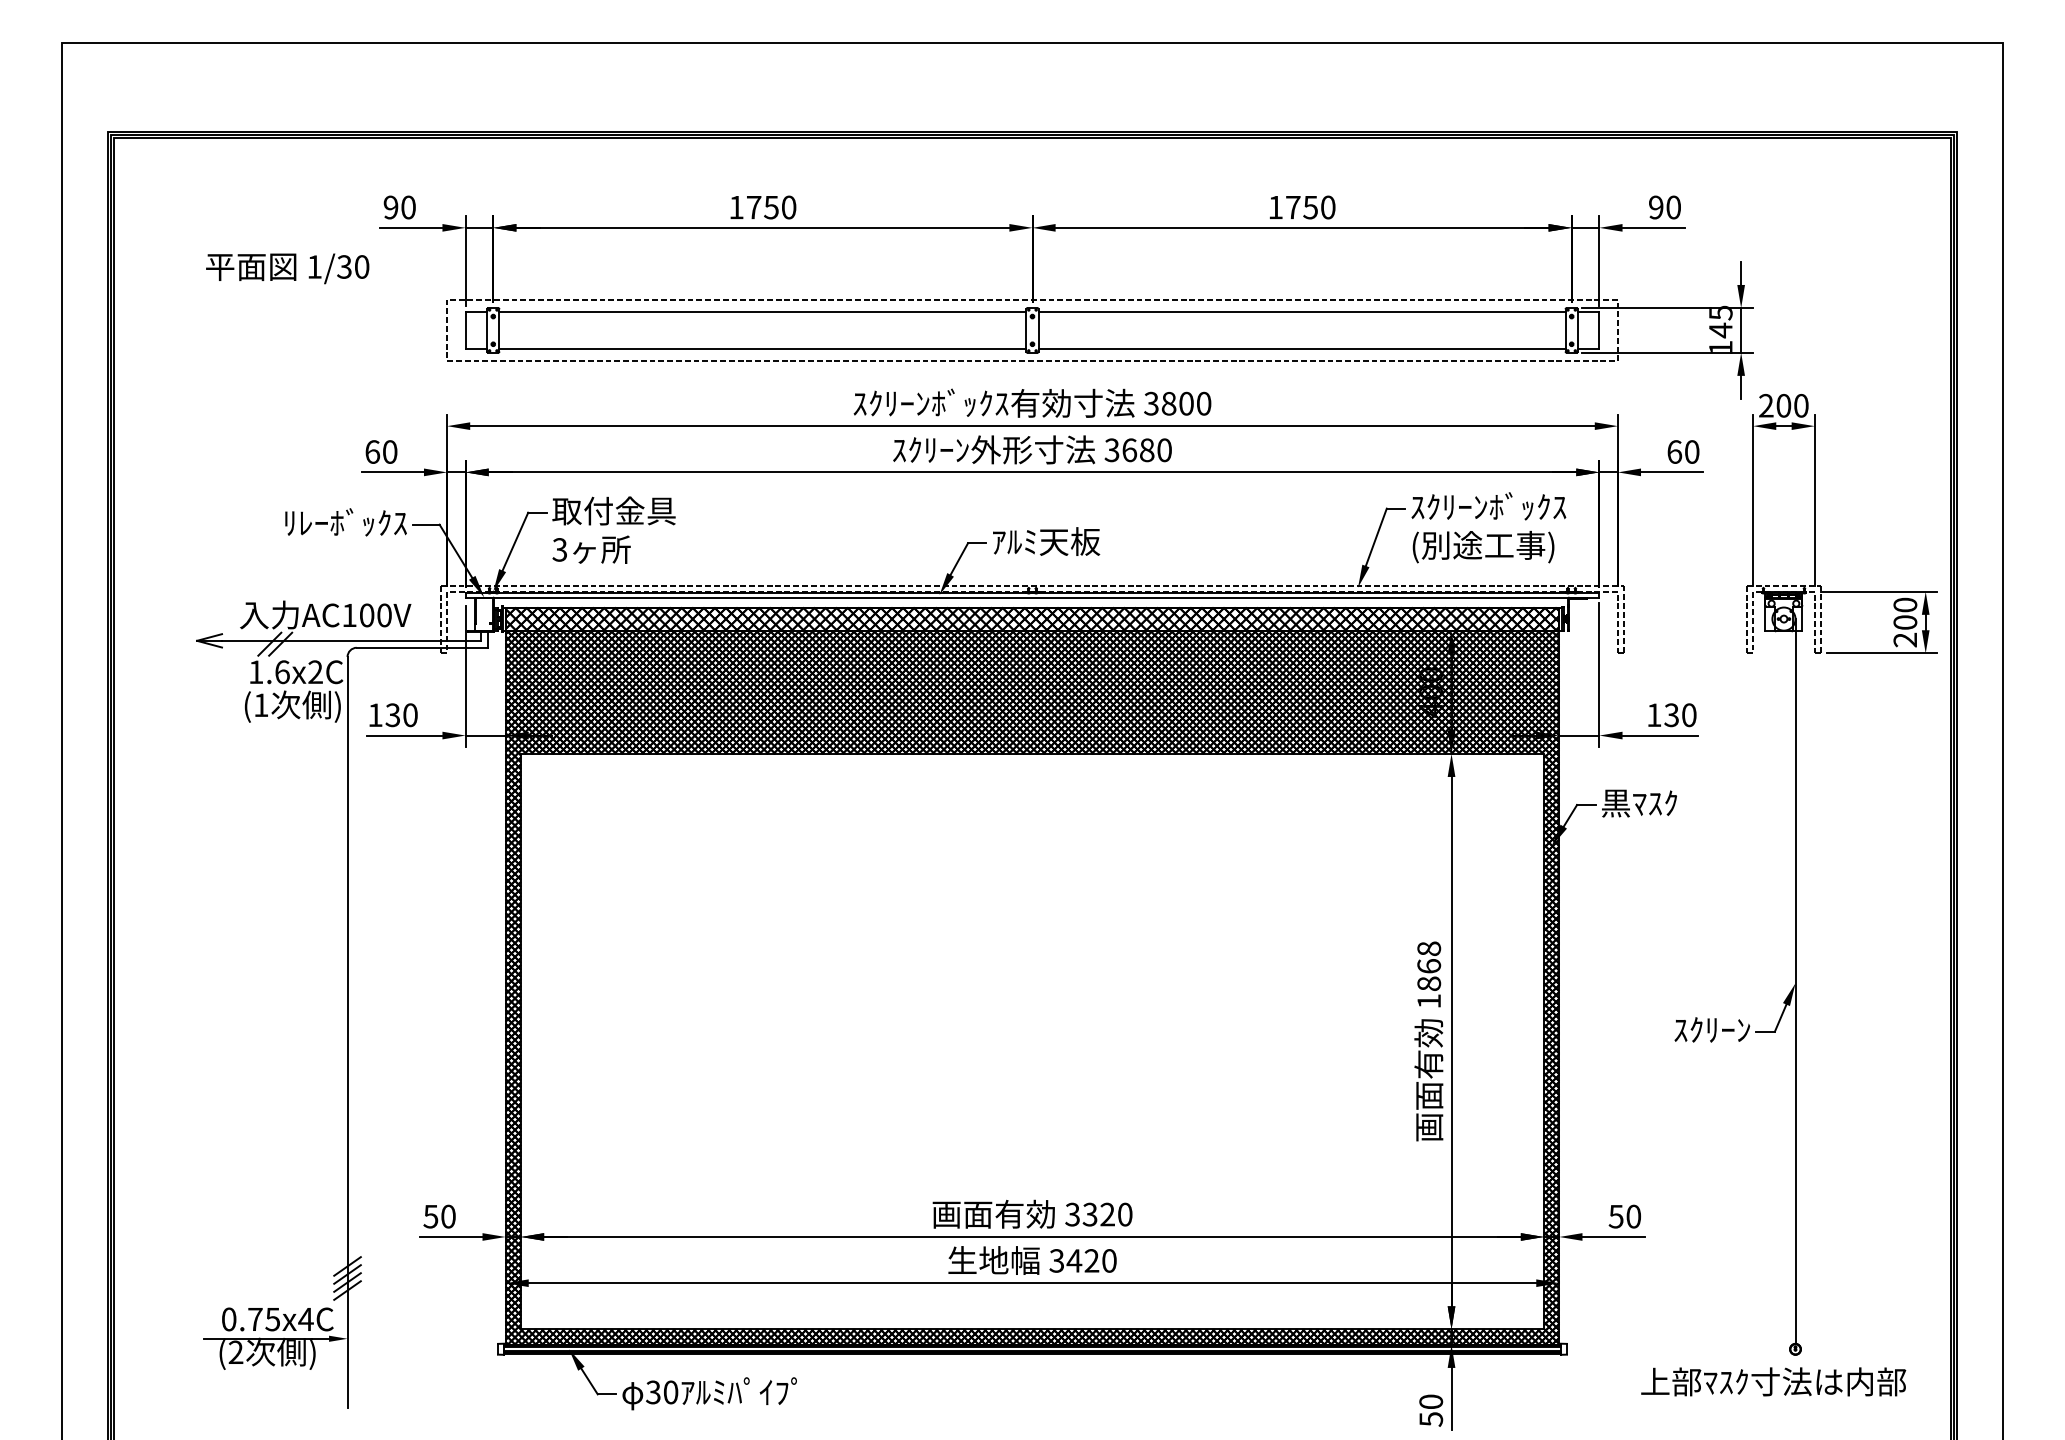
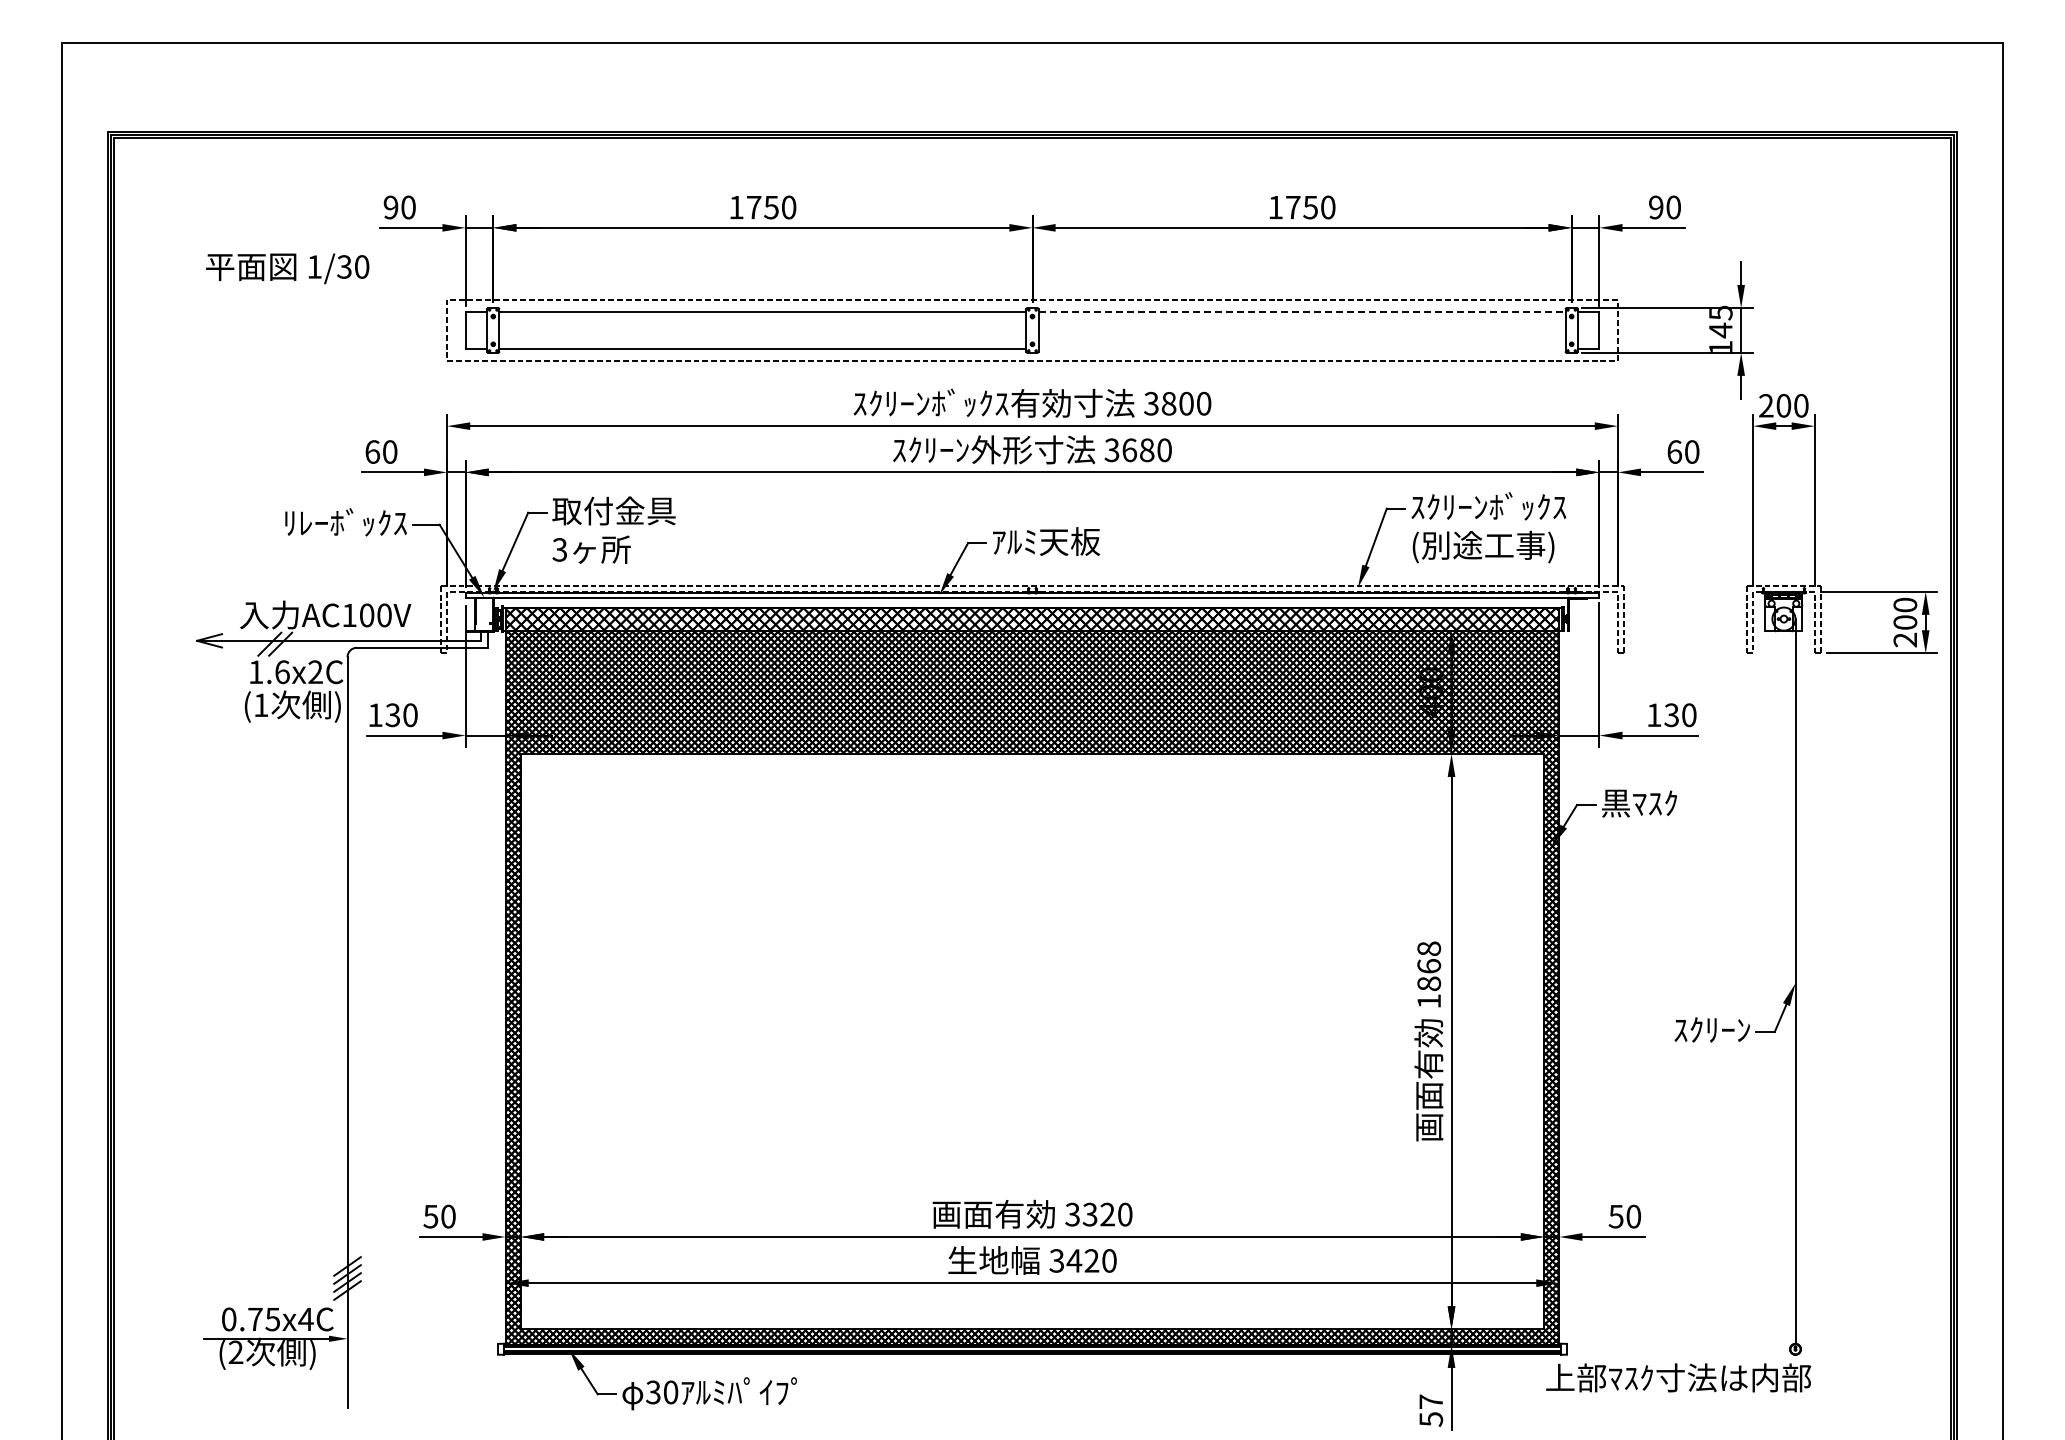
line at (1302, 311): solid -> dashed
line at (1301, 348): present -> none
text at (1773, 1381) position: (1773, 1381) -> (1678, 1377)
text at (1431, 1401): 50 -> 57
